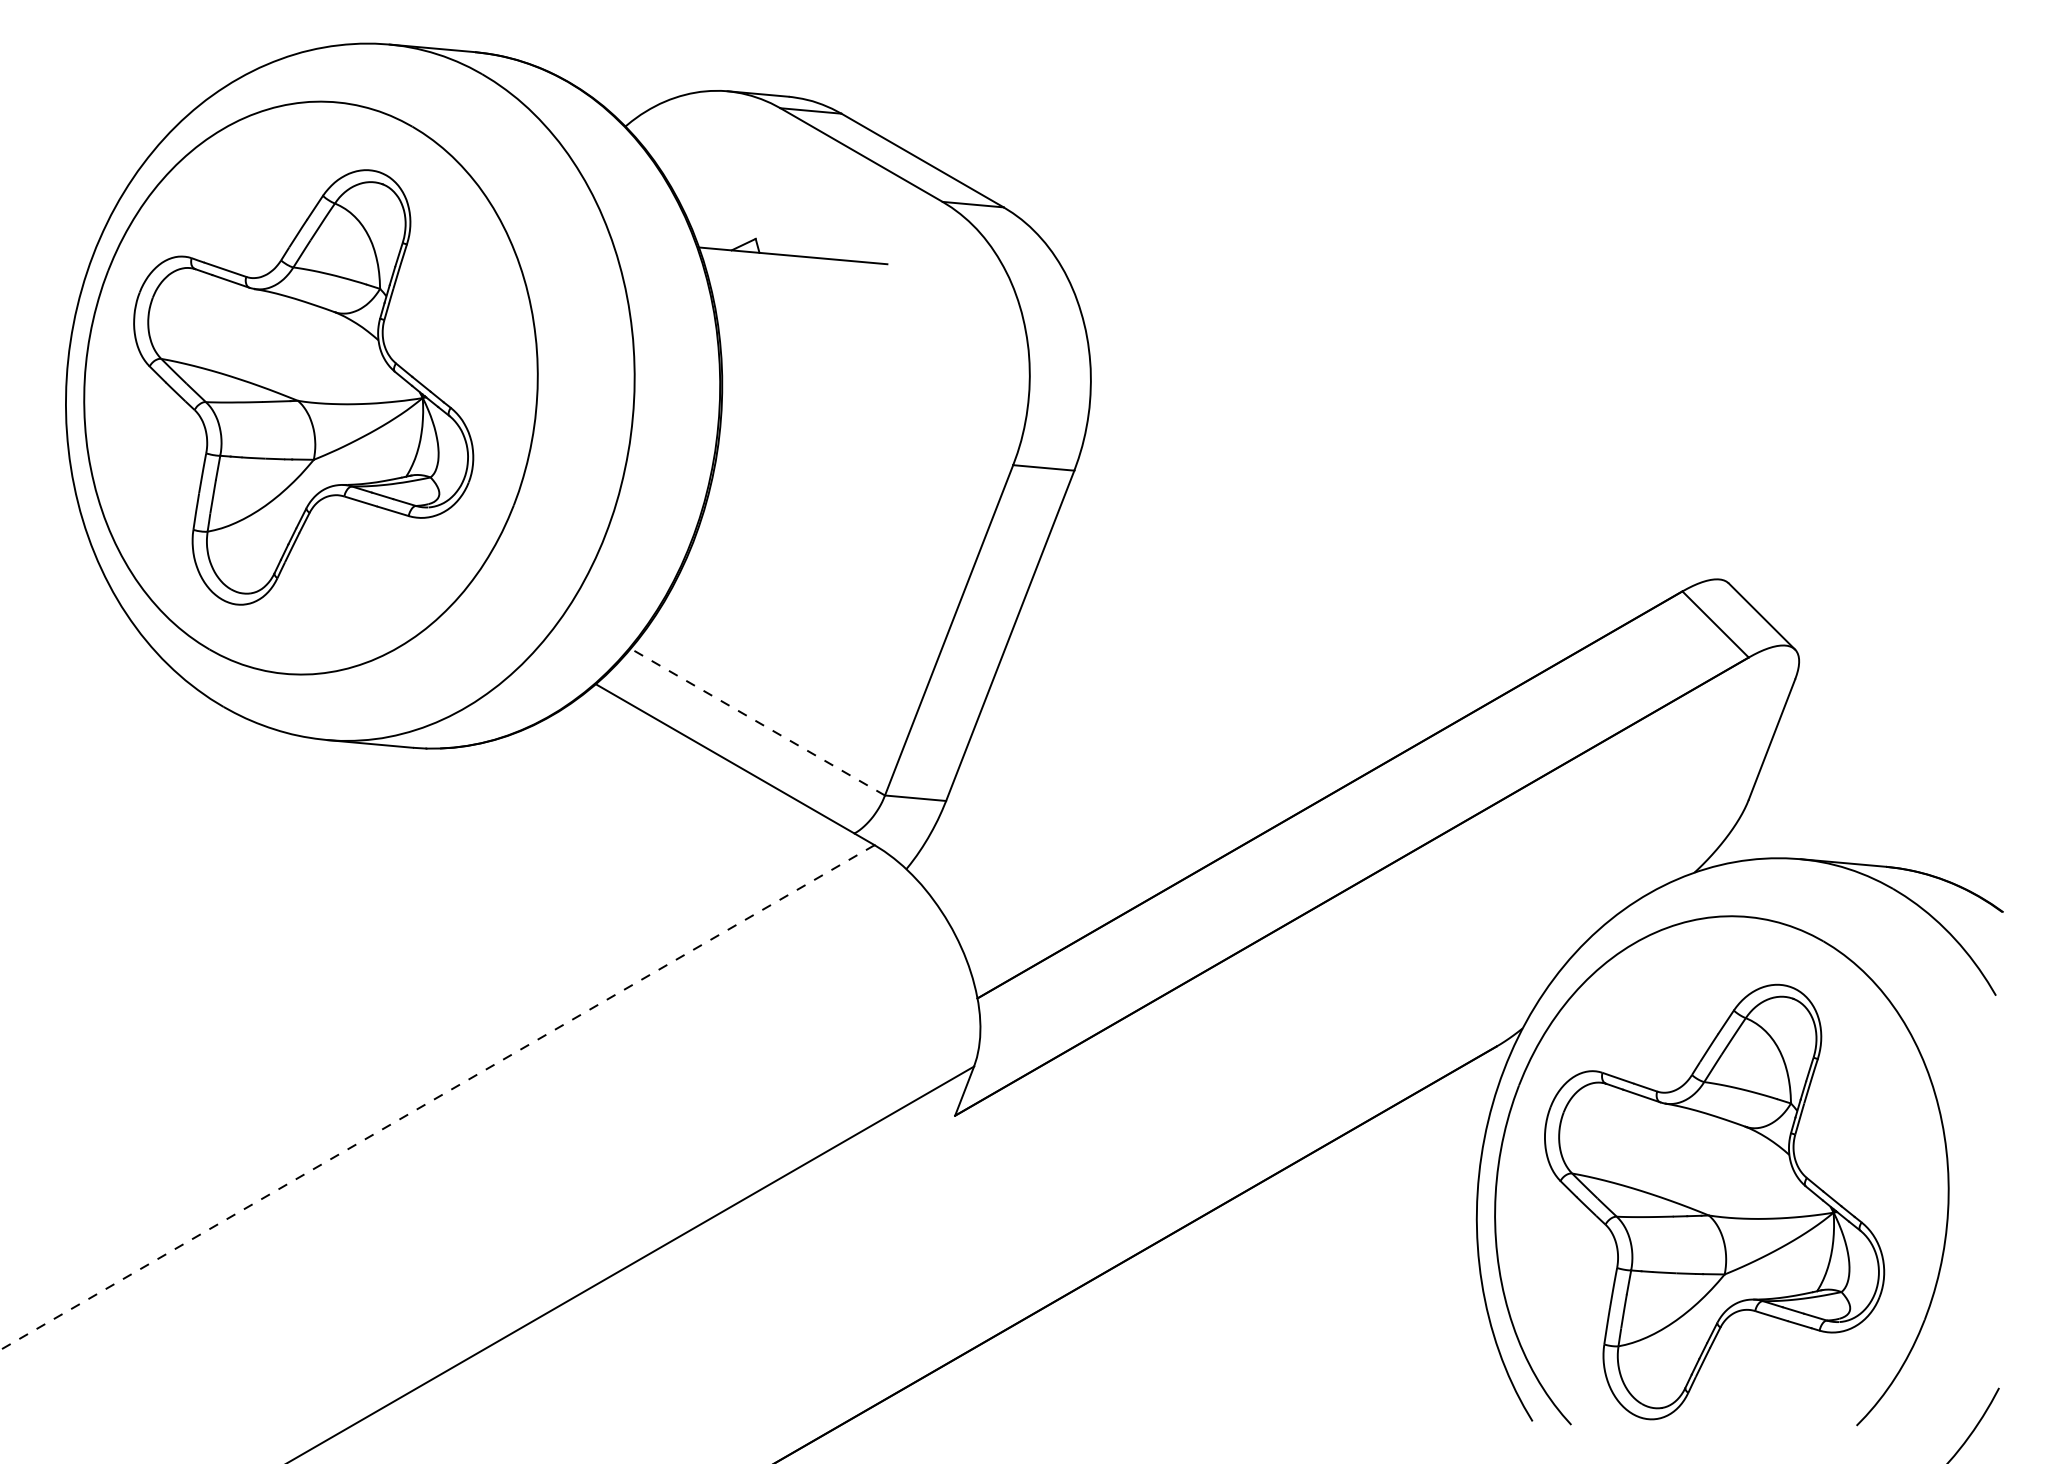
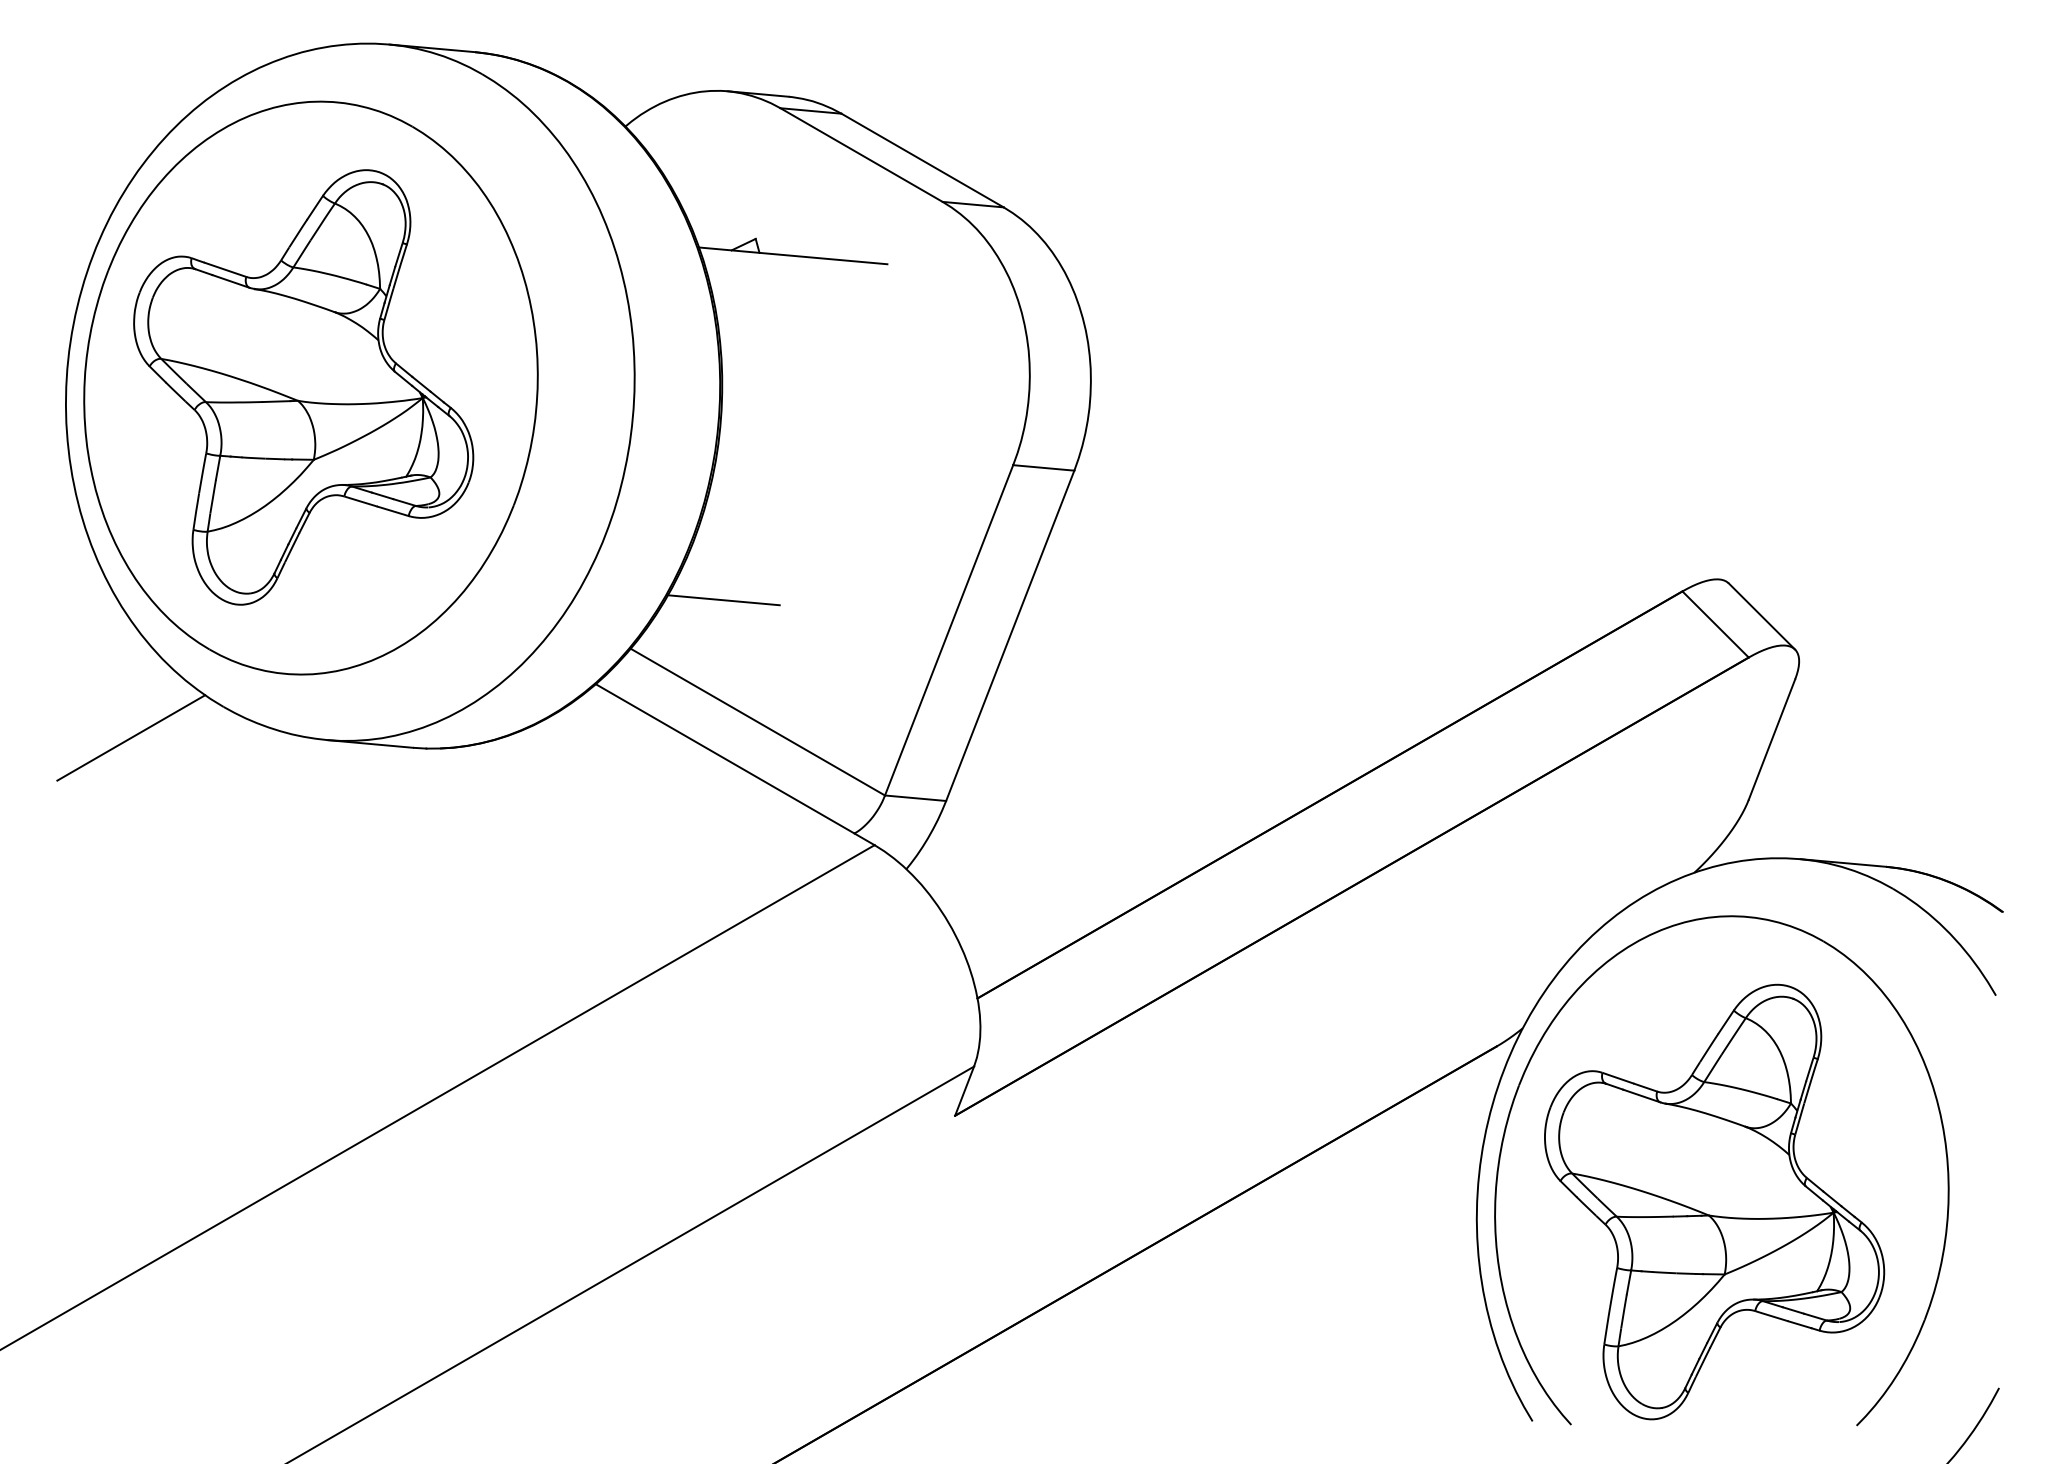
line at (723, 600): none -> present
line at (757, 722): dashed -> solid
line at (131, 737): none -> present
line at (437, 1097): dashed -> solid
